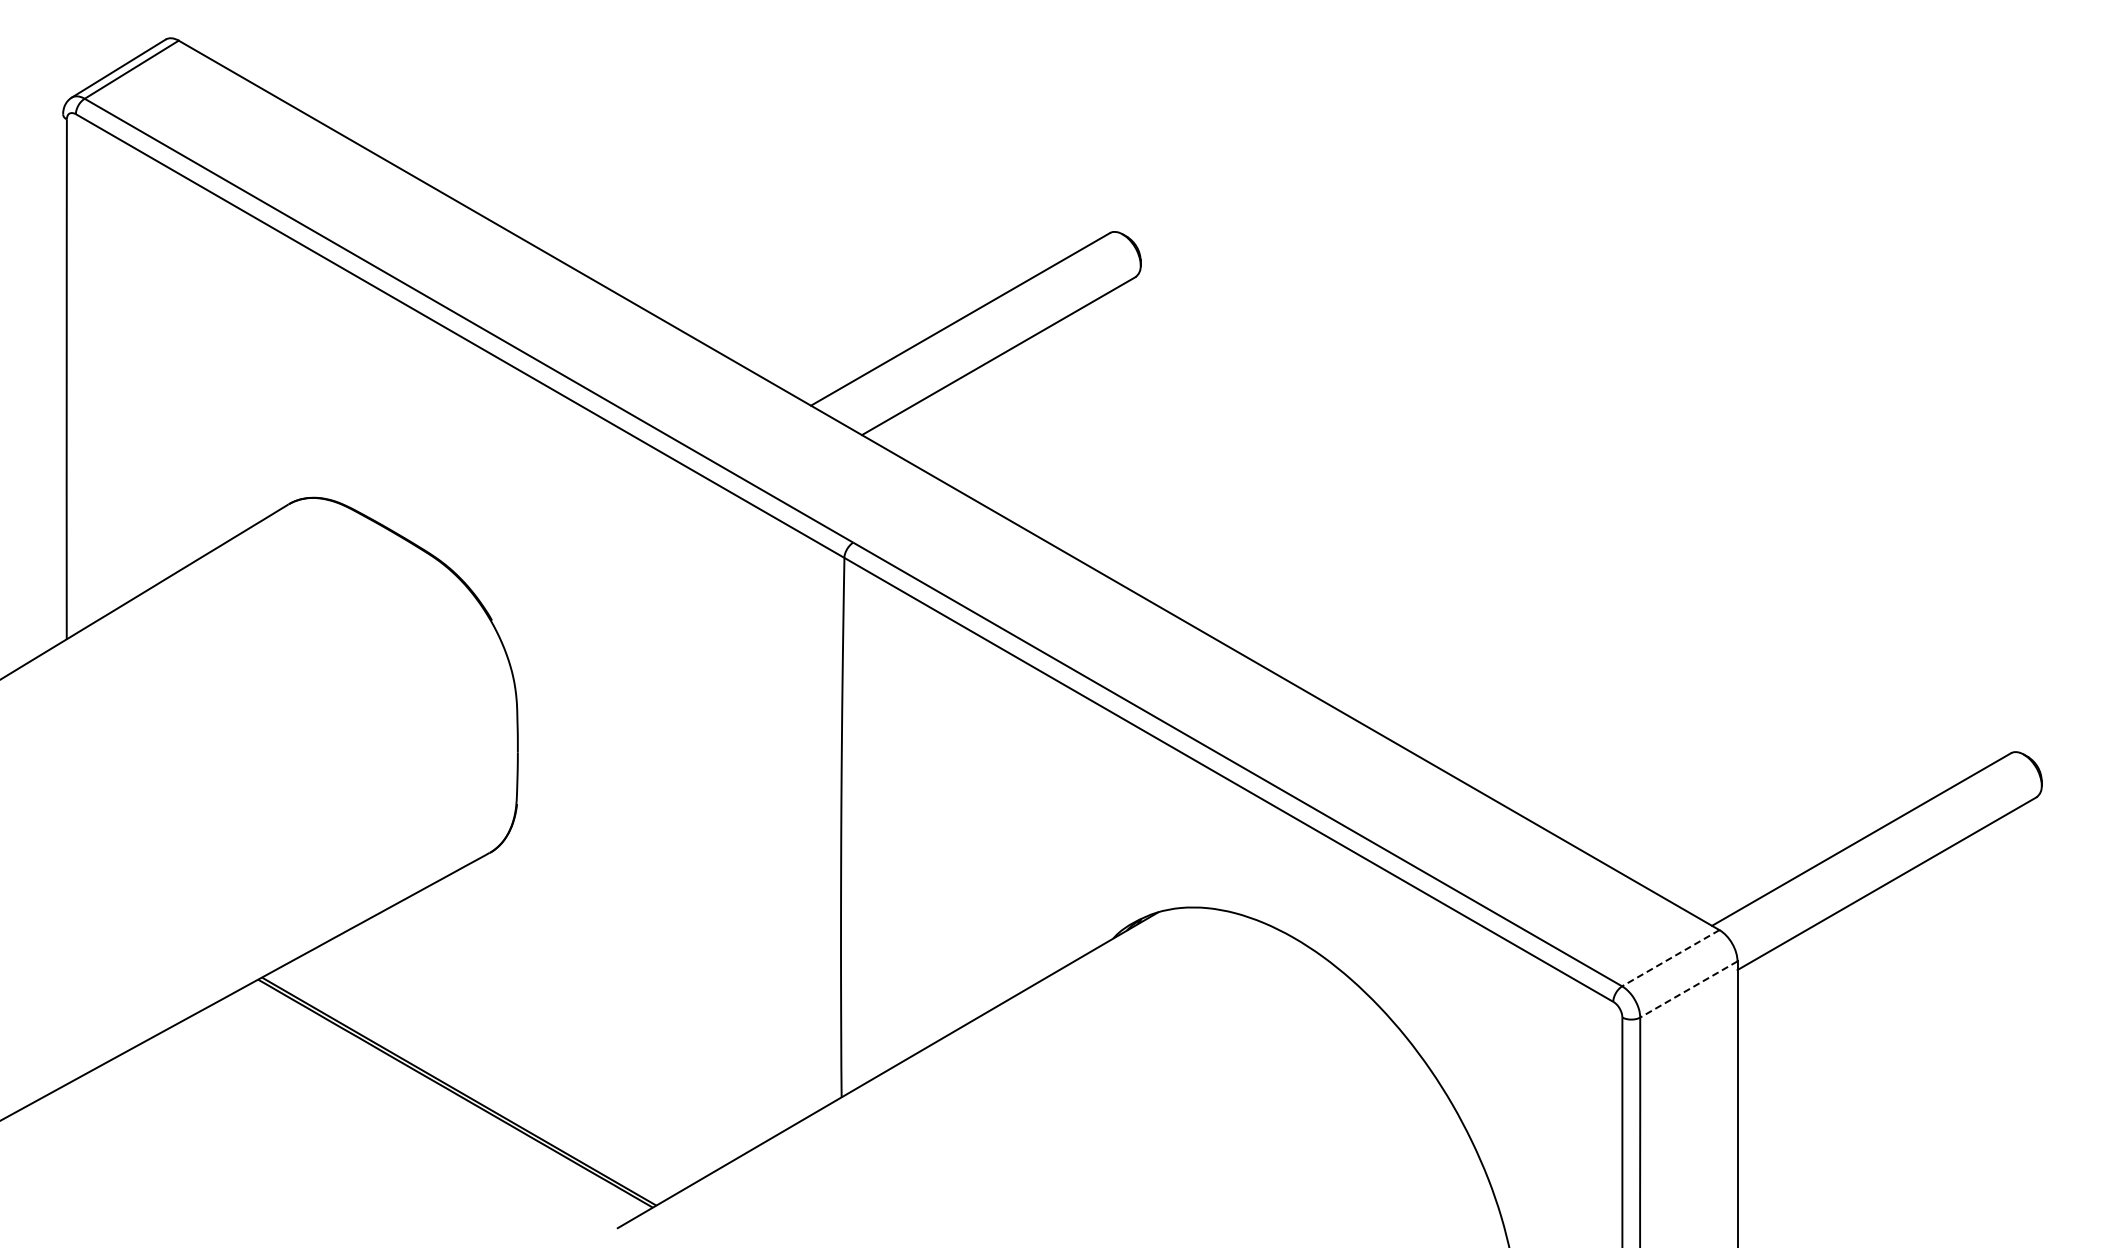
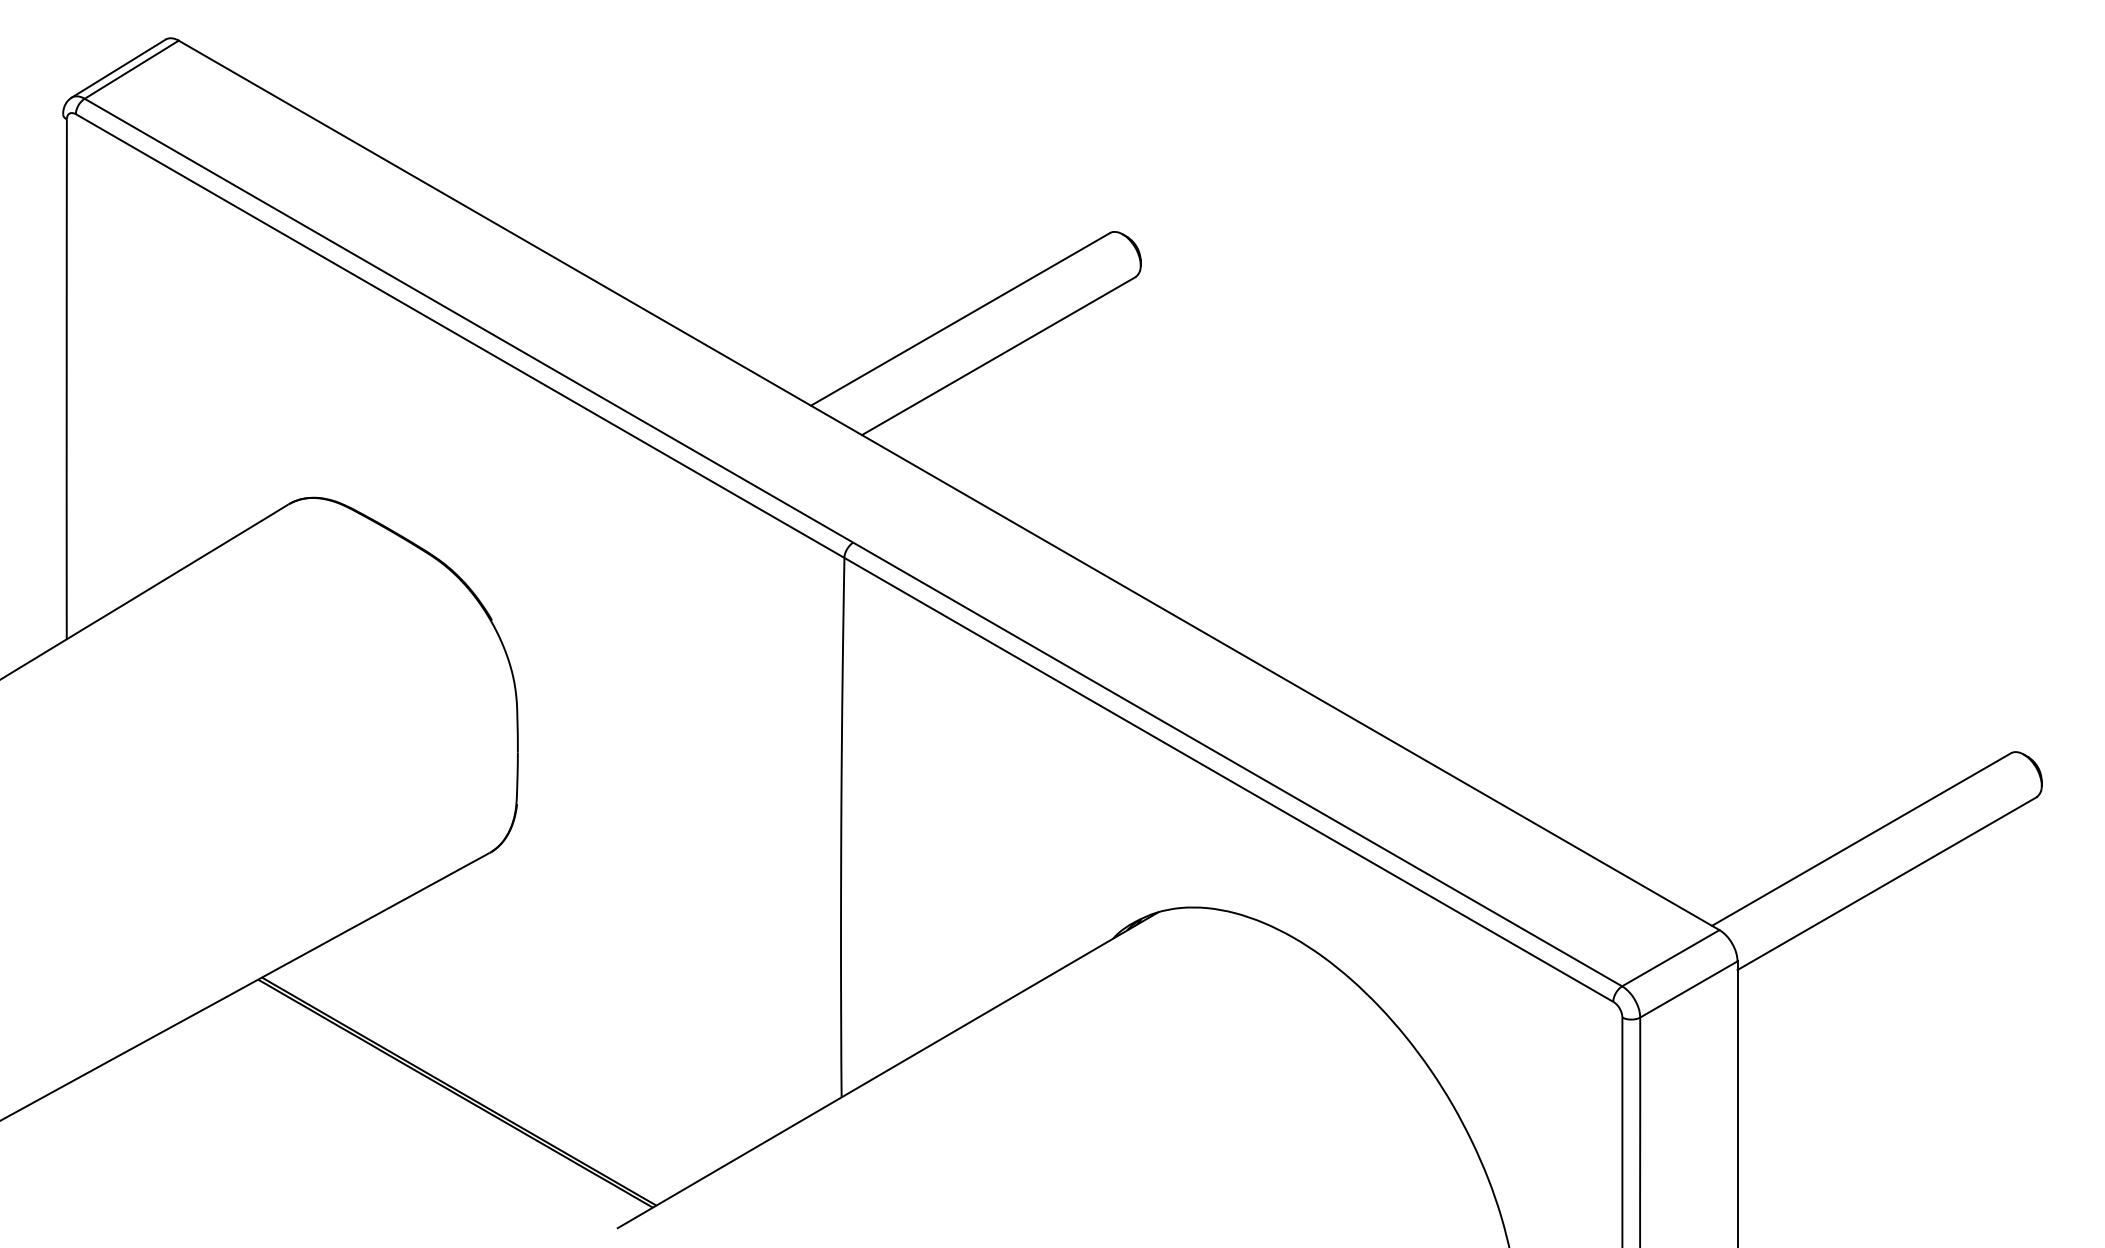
line at (1670, 958): dashed -> solid
line at (1688, 989): dashed -> solid
